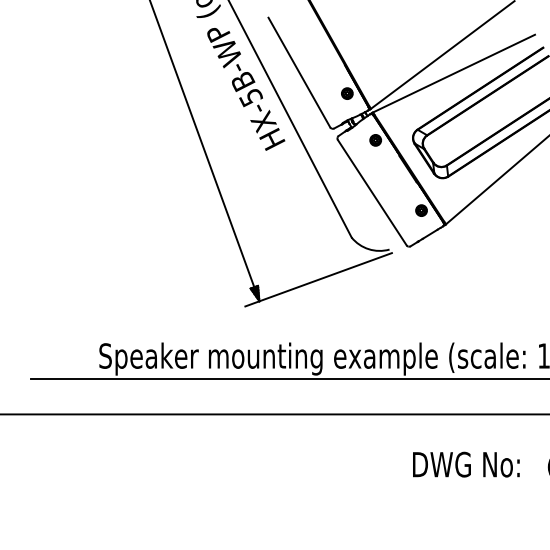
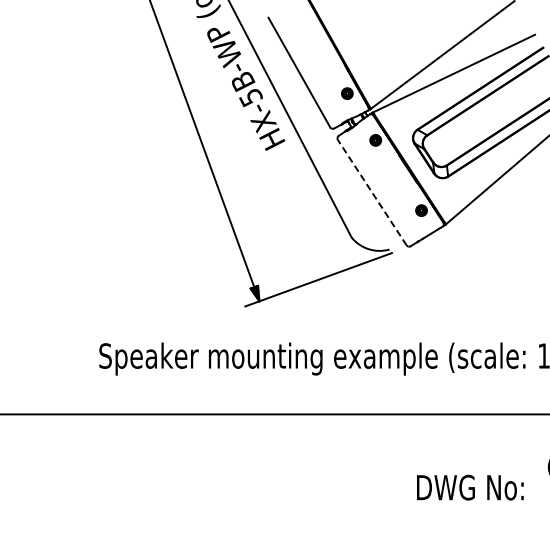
line at (372, 192): solid -> dashed
line at (288, 378): present -> none
text at (466, 464) position: (466, 464) -> (470, 487)
